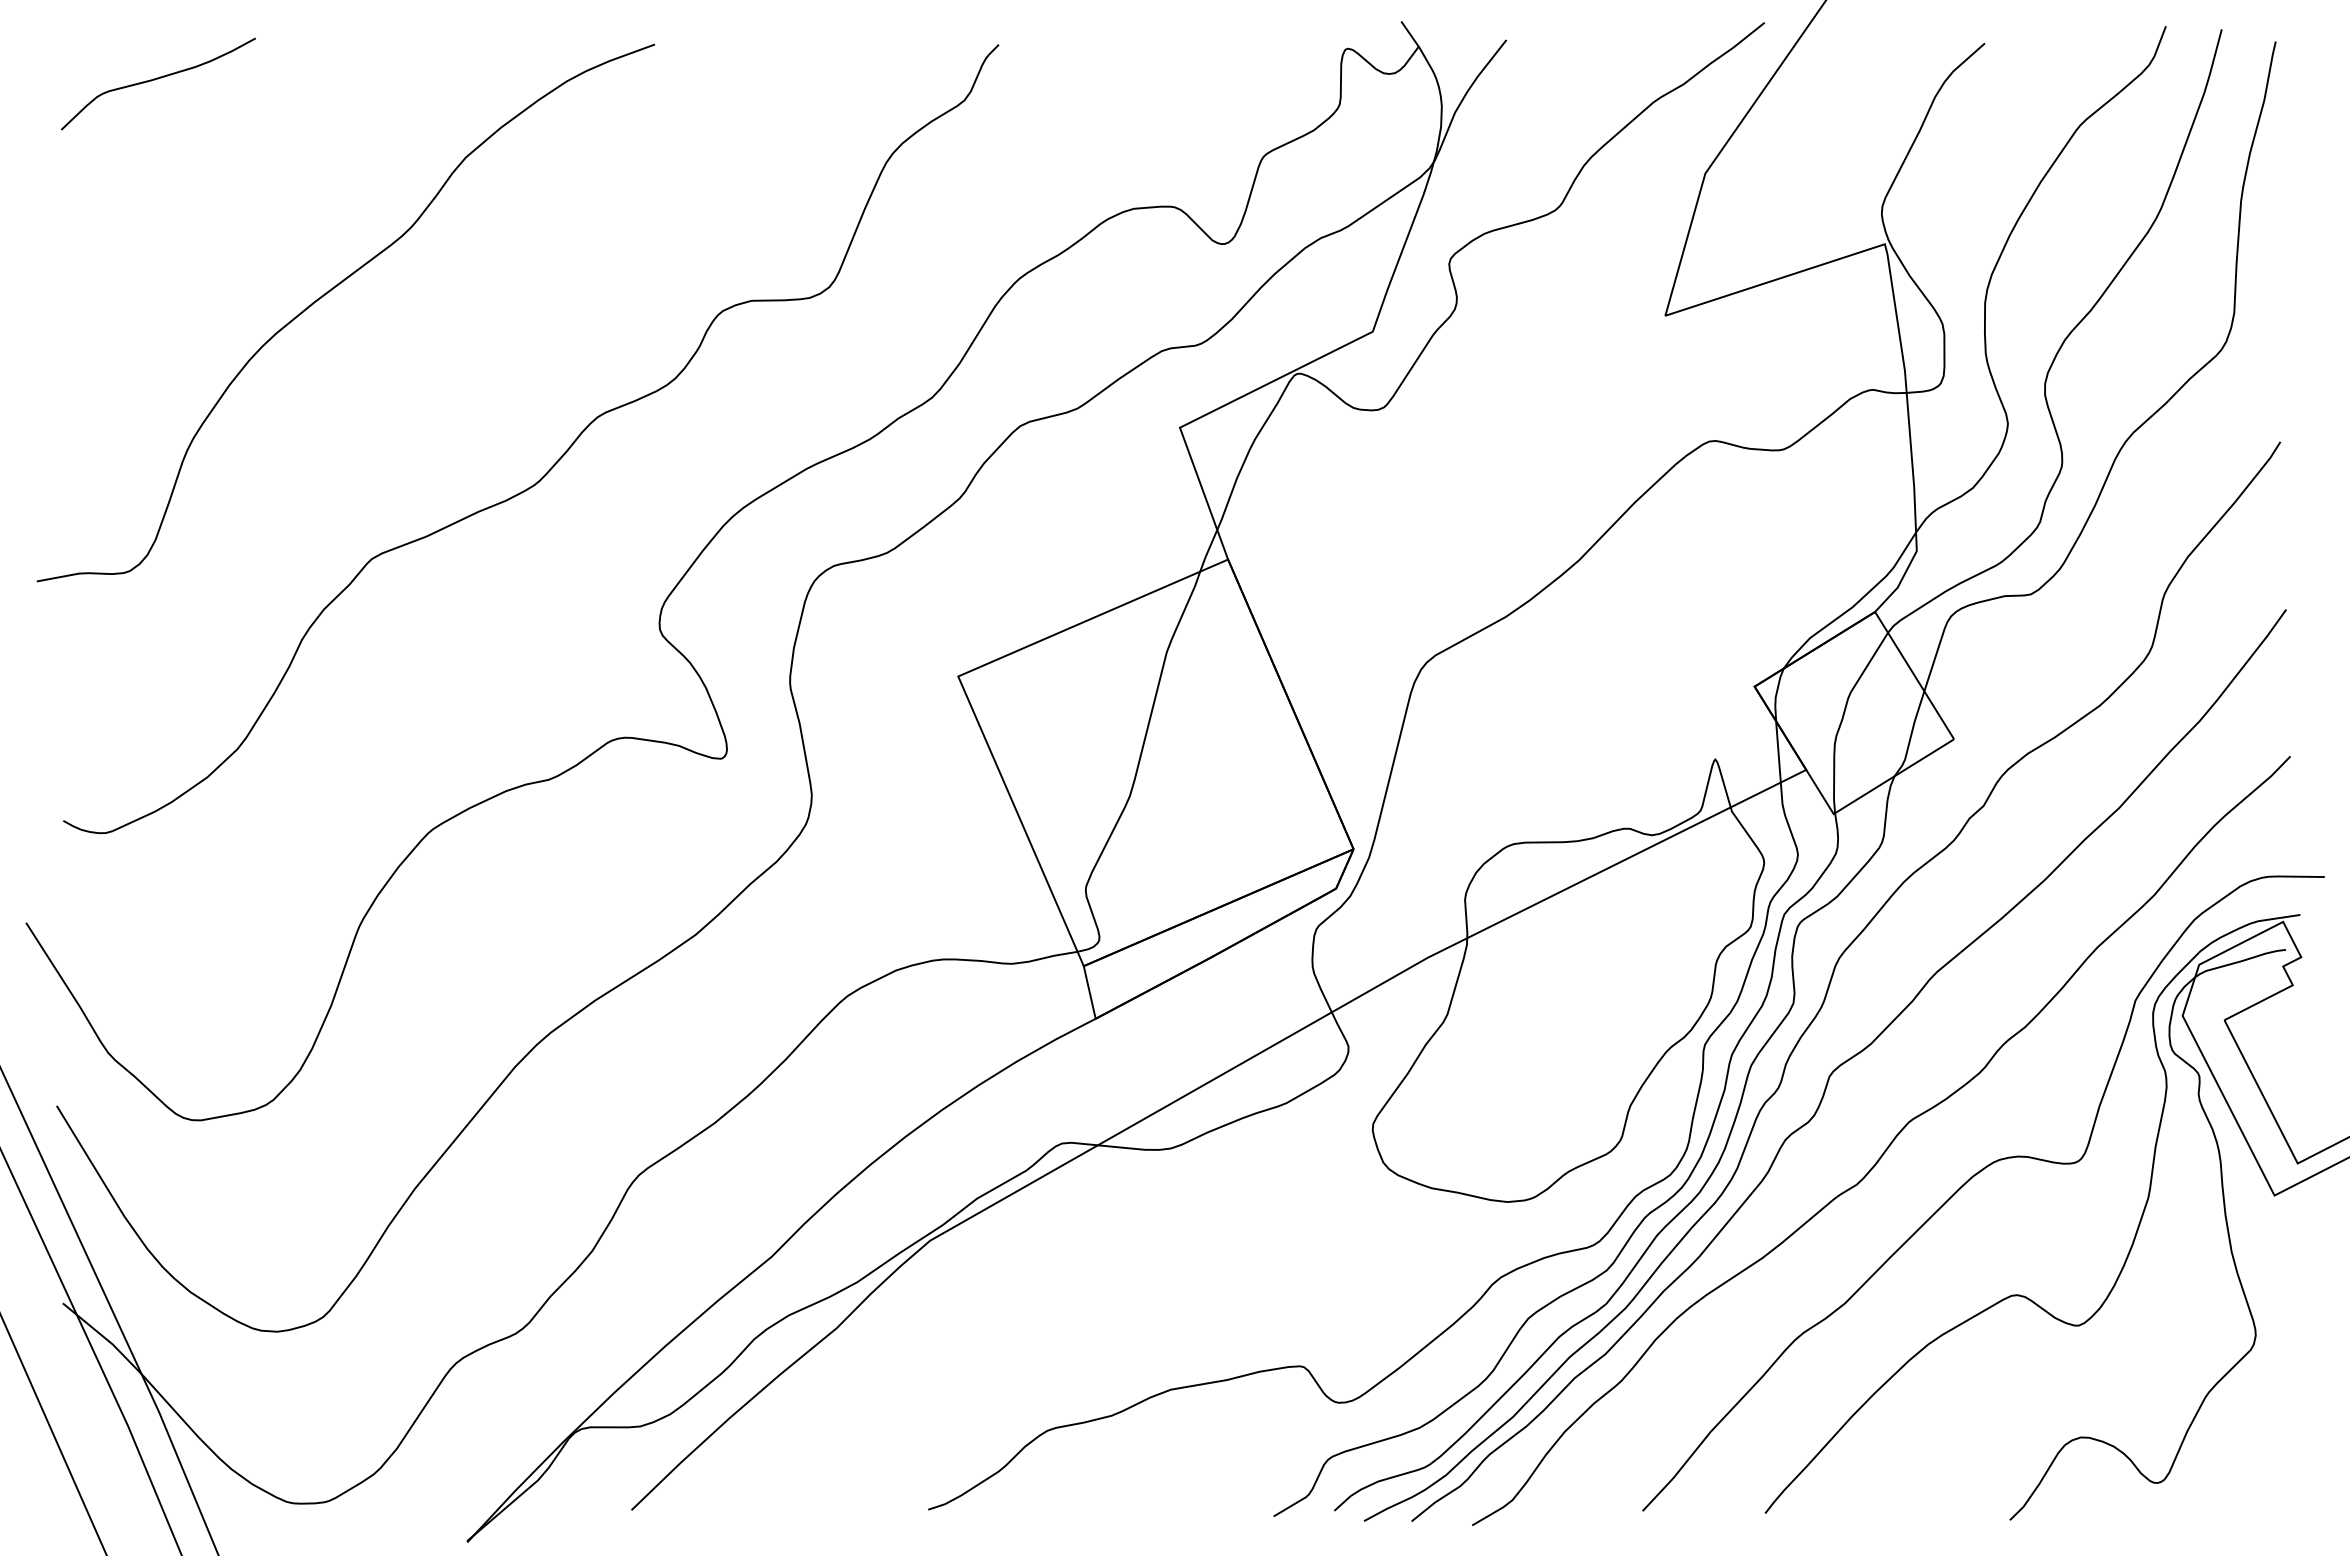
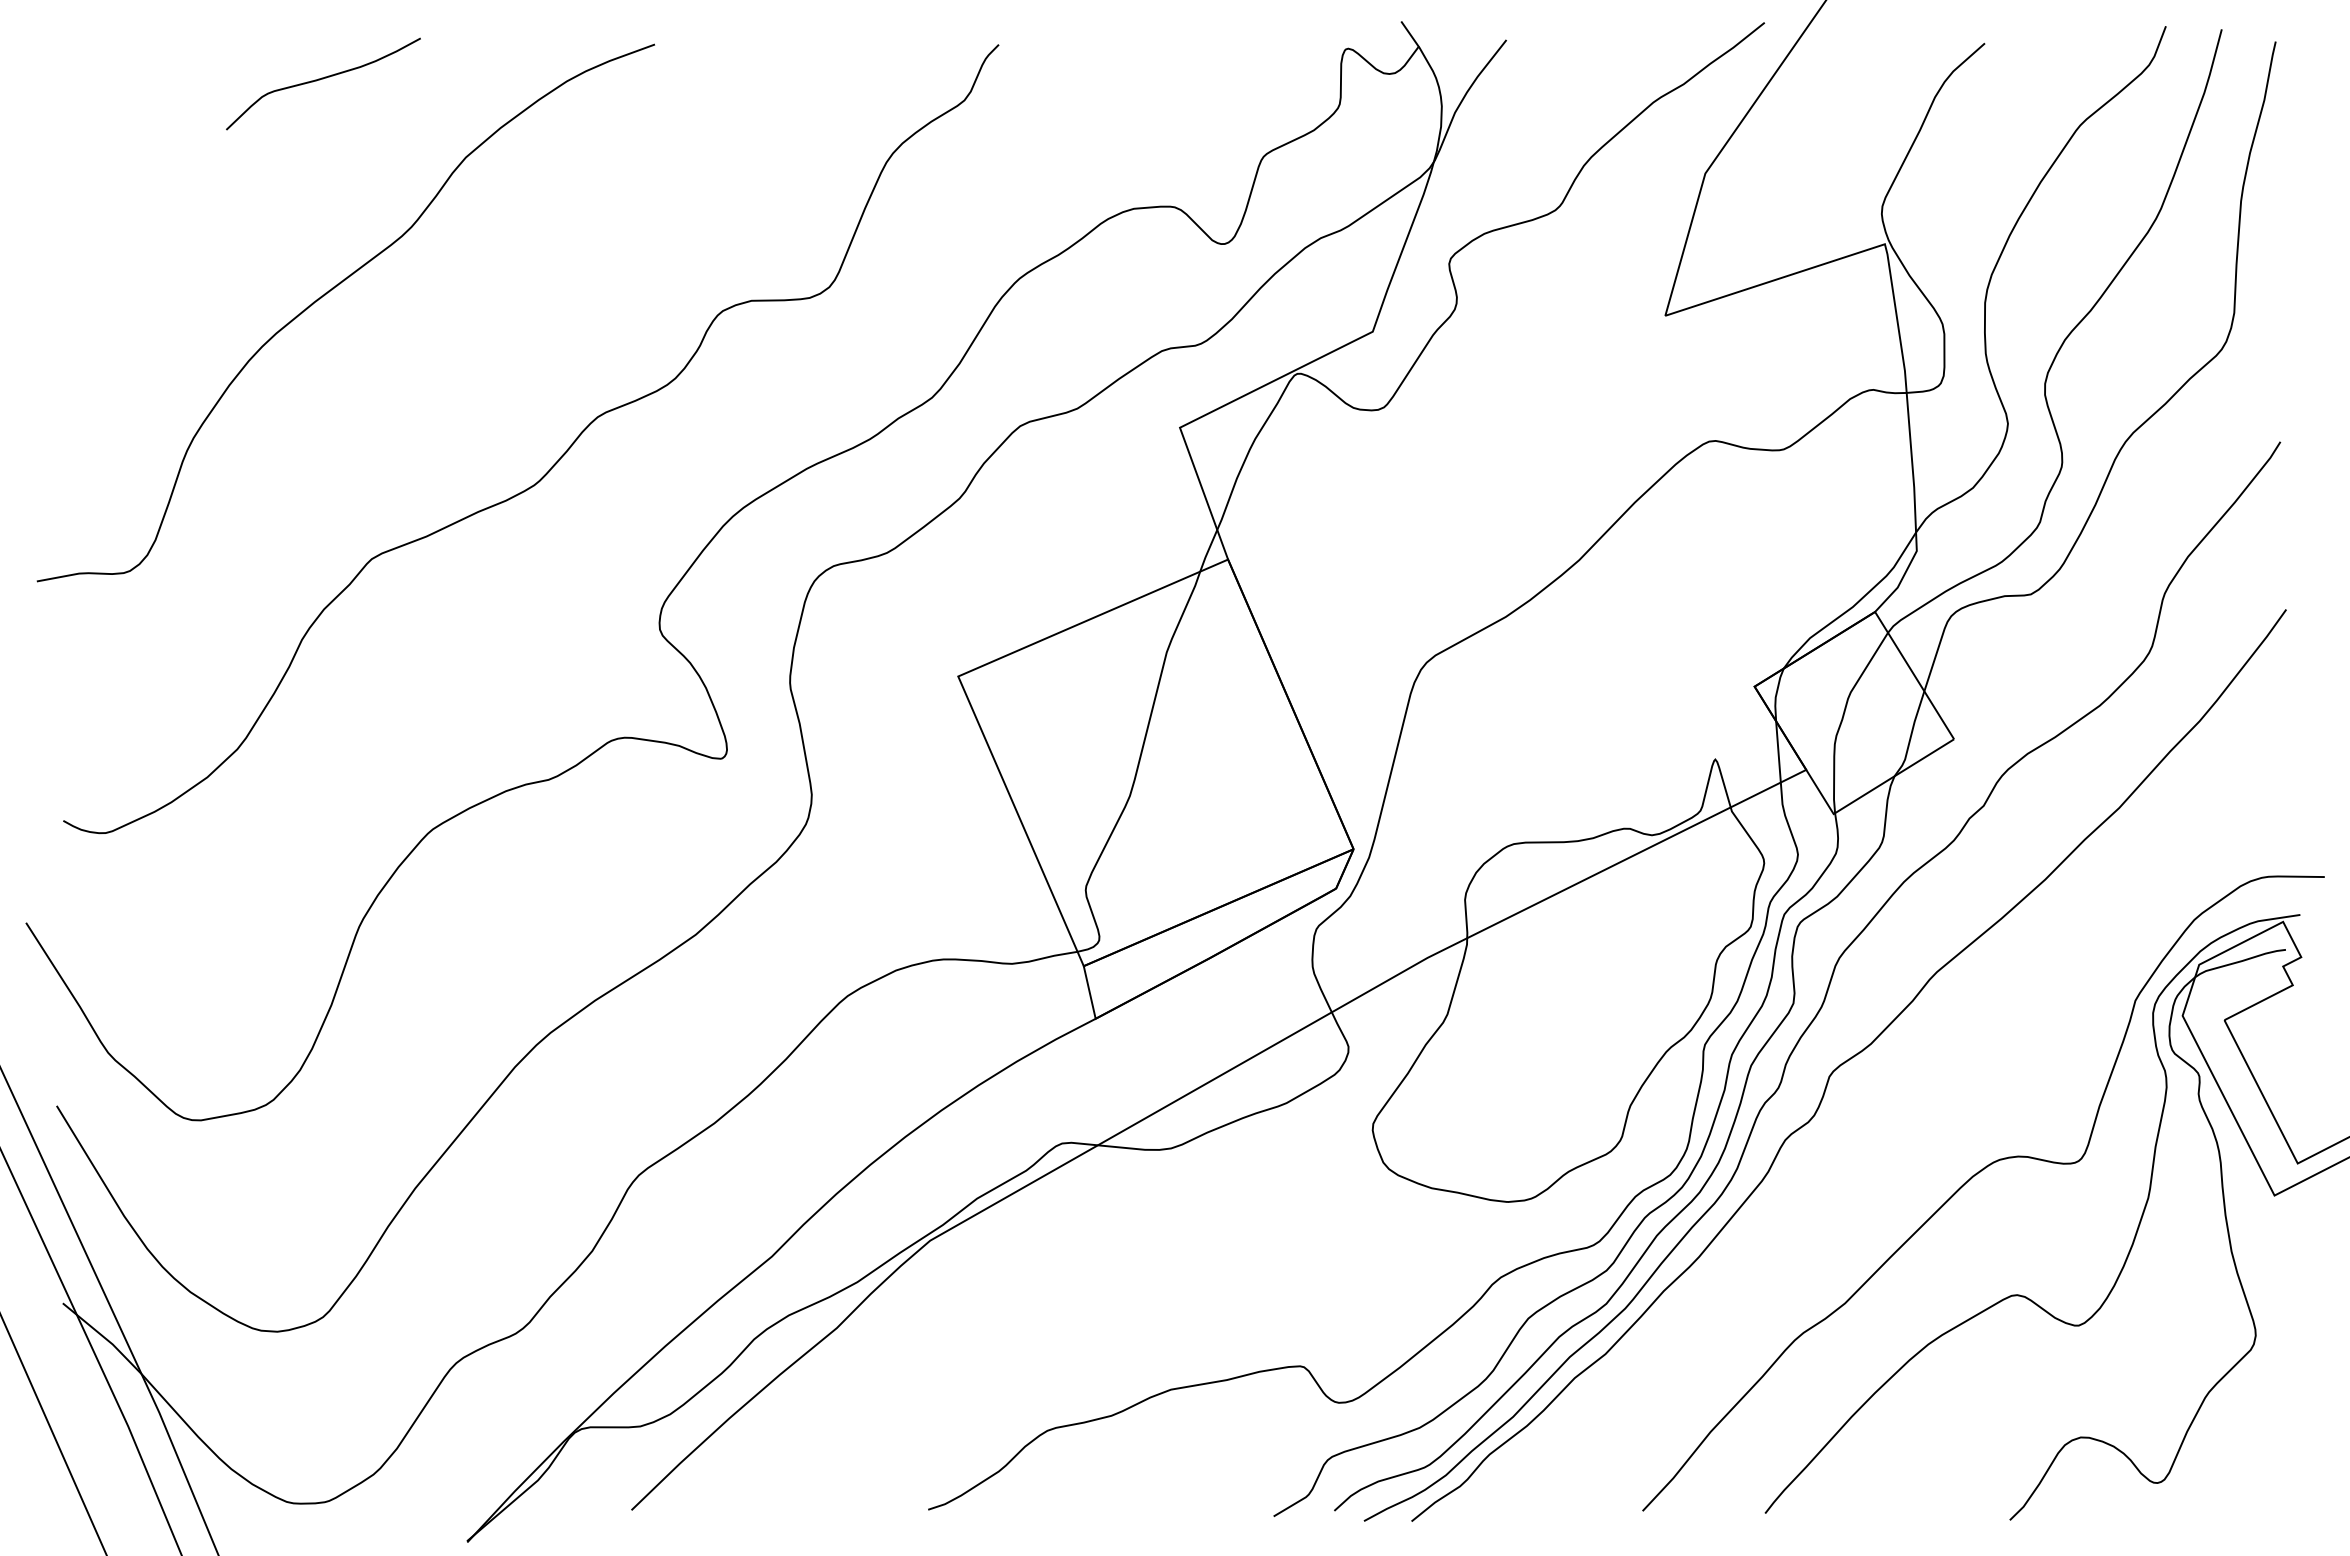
curve at (158, 79) position: (158, 79) -> (323, 79)
curve at (1887, 1146): present -> none
